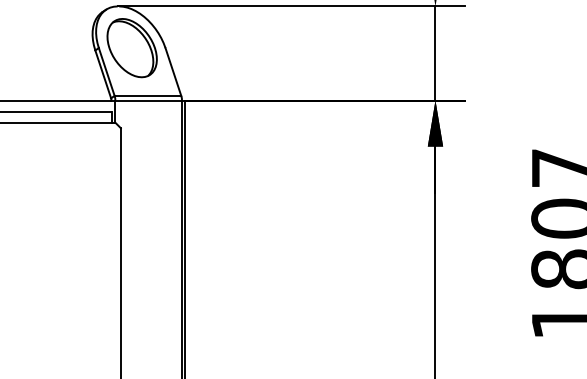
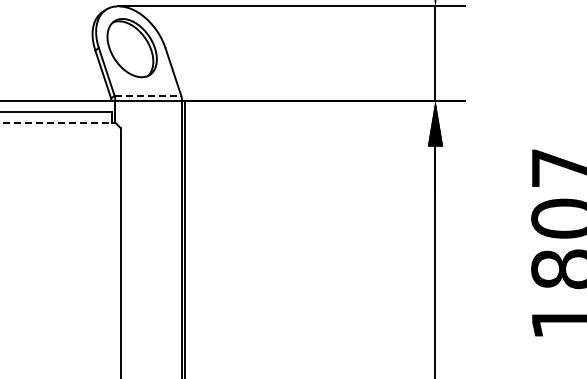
line at (148, 95): solid -> dashed
line at (56, 122): solid -> dashed
